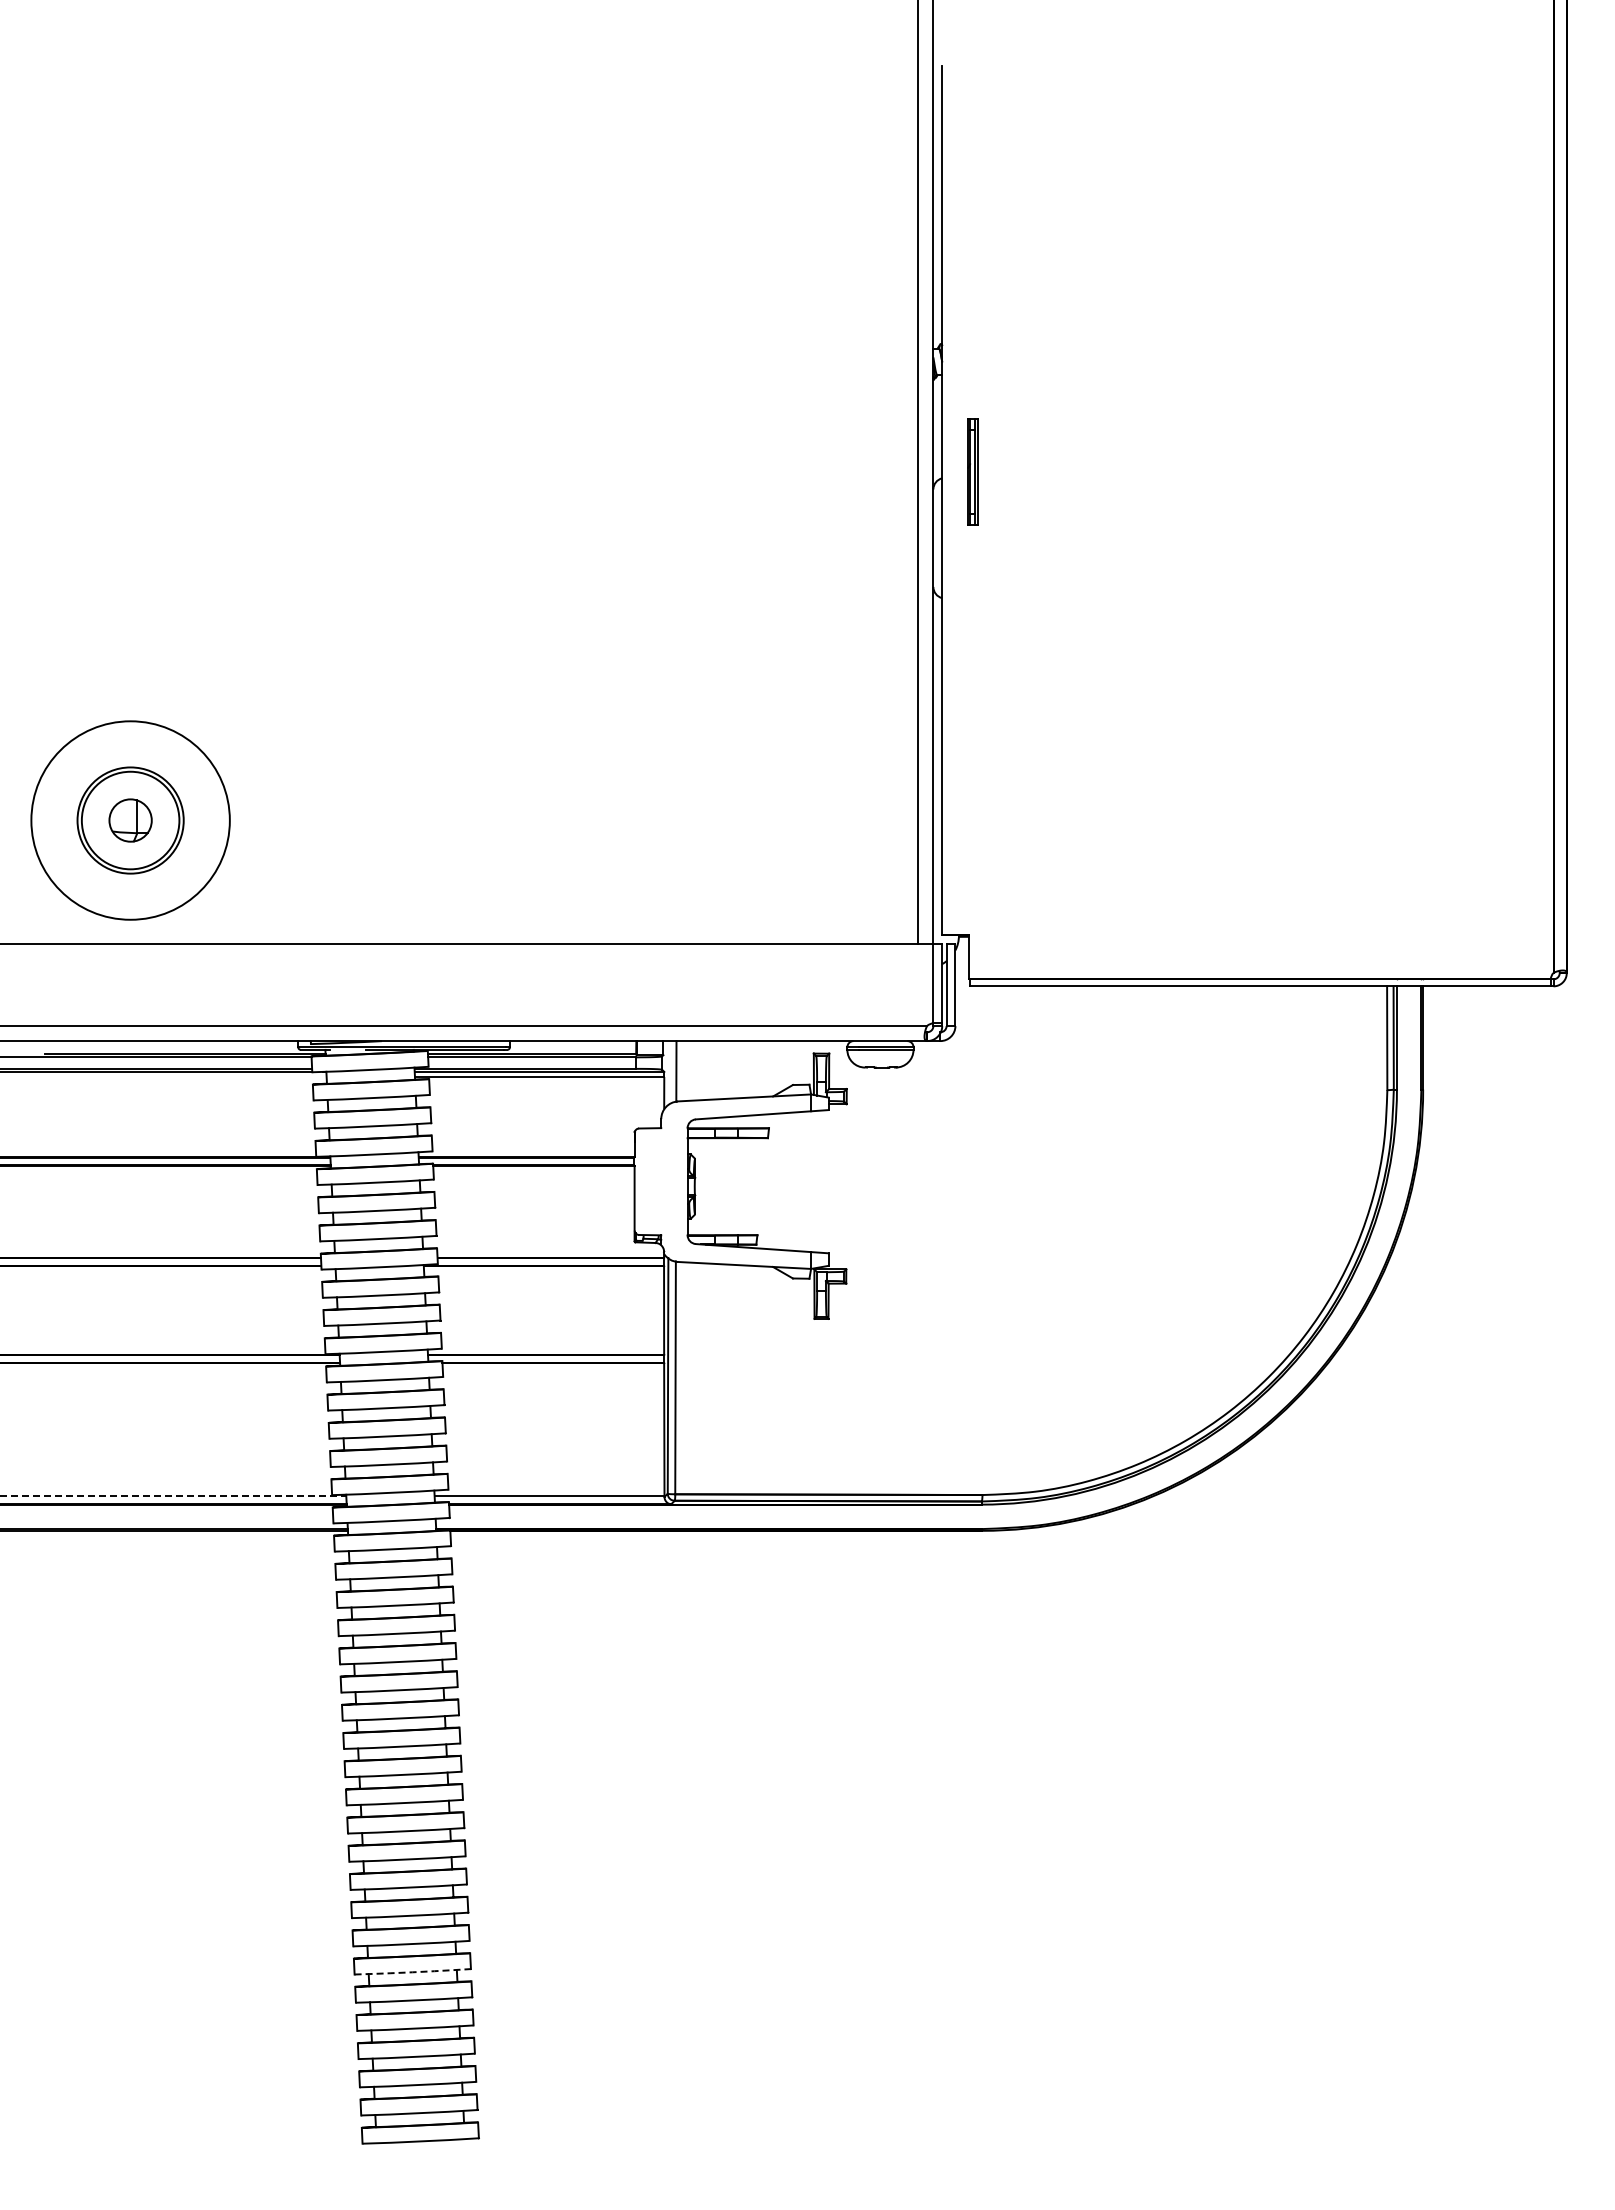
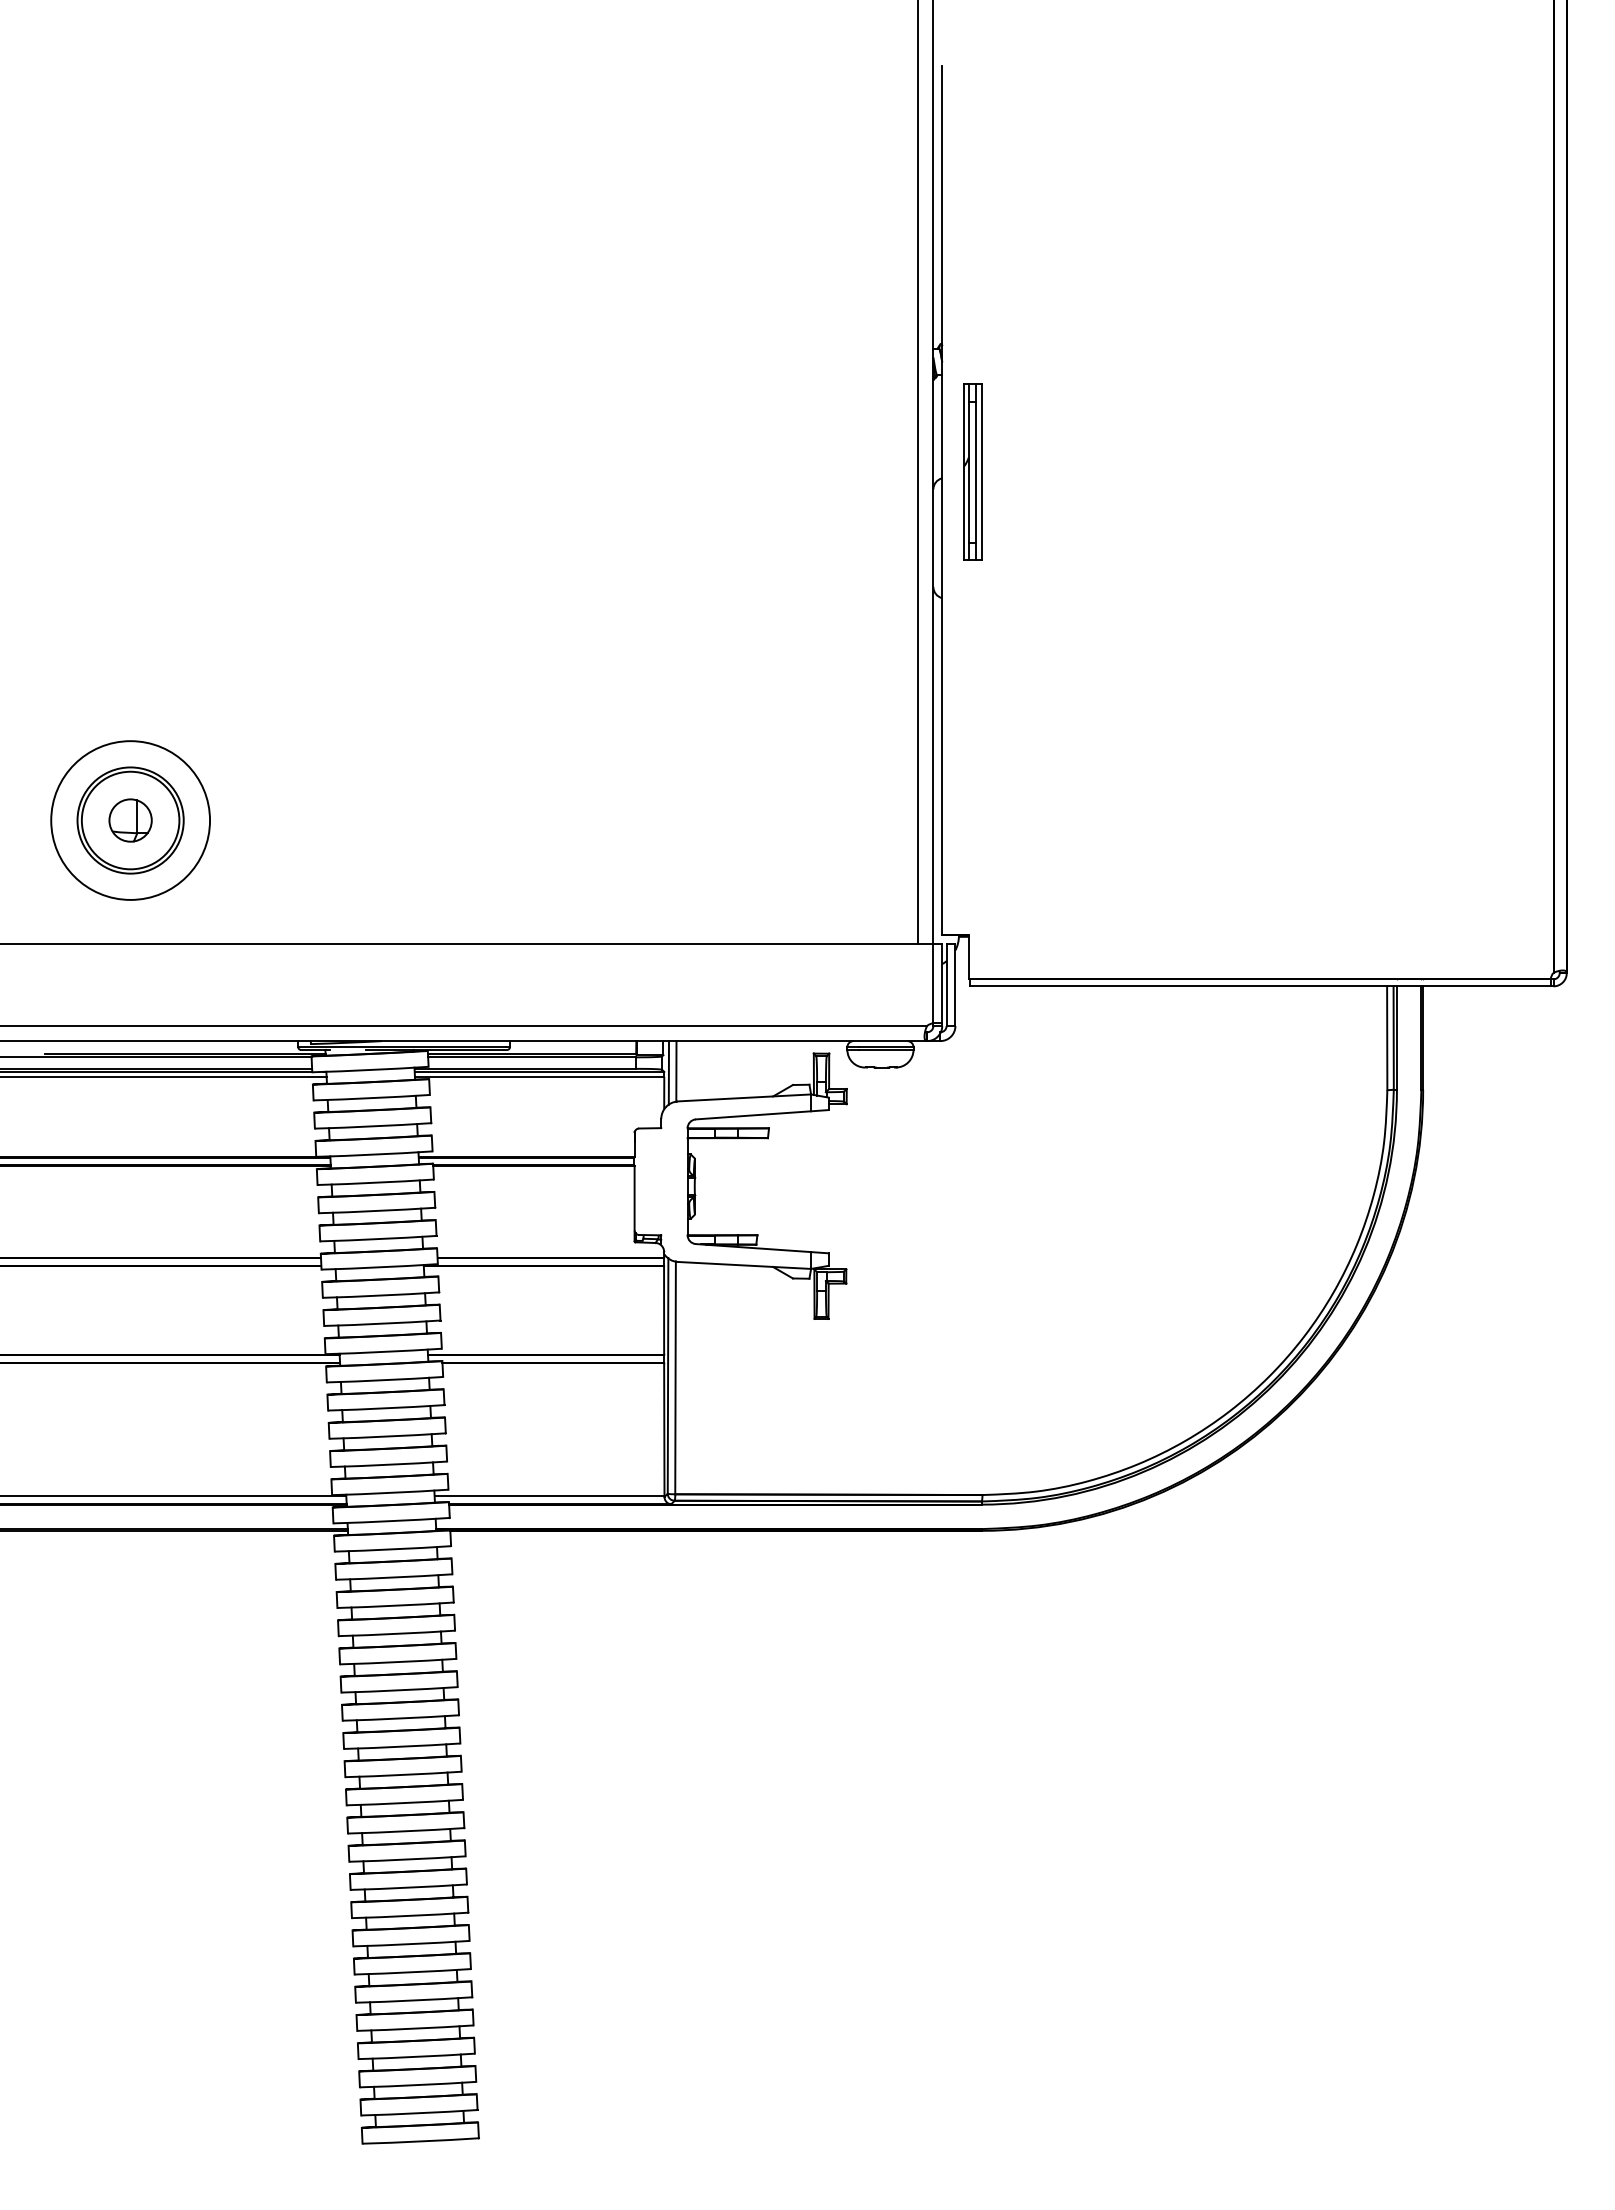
part at (972, 471) size: 12x108 px -> 20x178 px
circle at (130, 820) diameter: 198 px -> 159 px
line at (668, 1072): none -> present
line at (164, 1076): none -> present
line at (173, 1496): dashed -> solid
arc at (412, 1972): dashed -> solid
